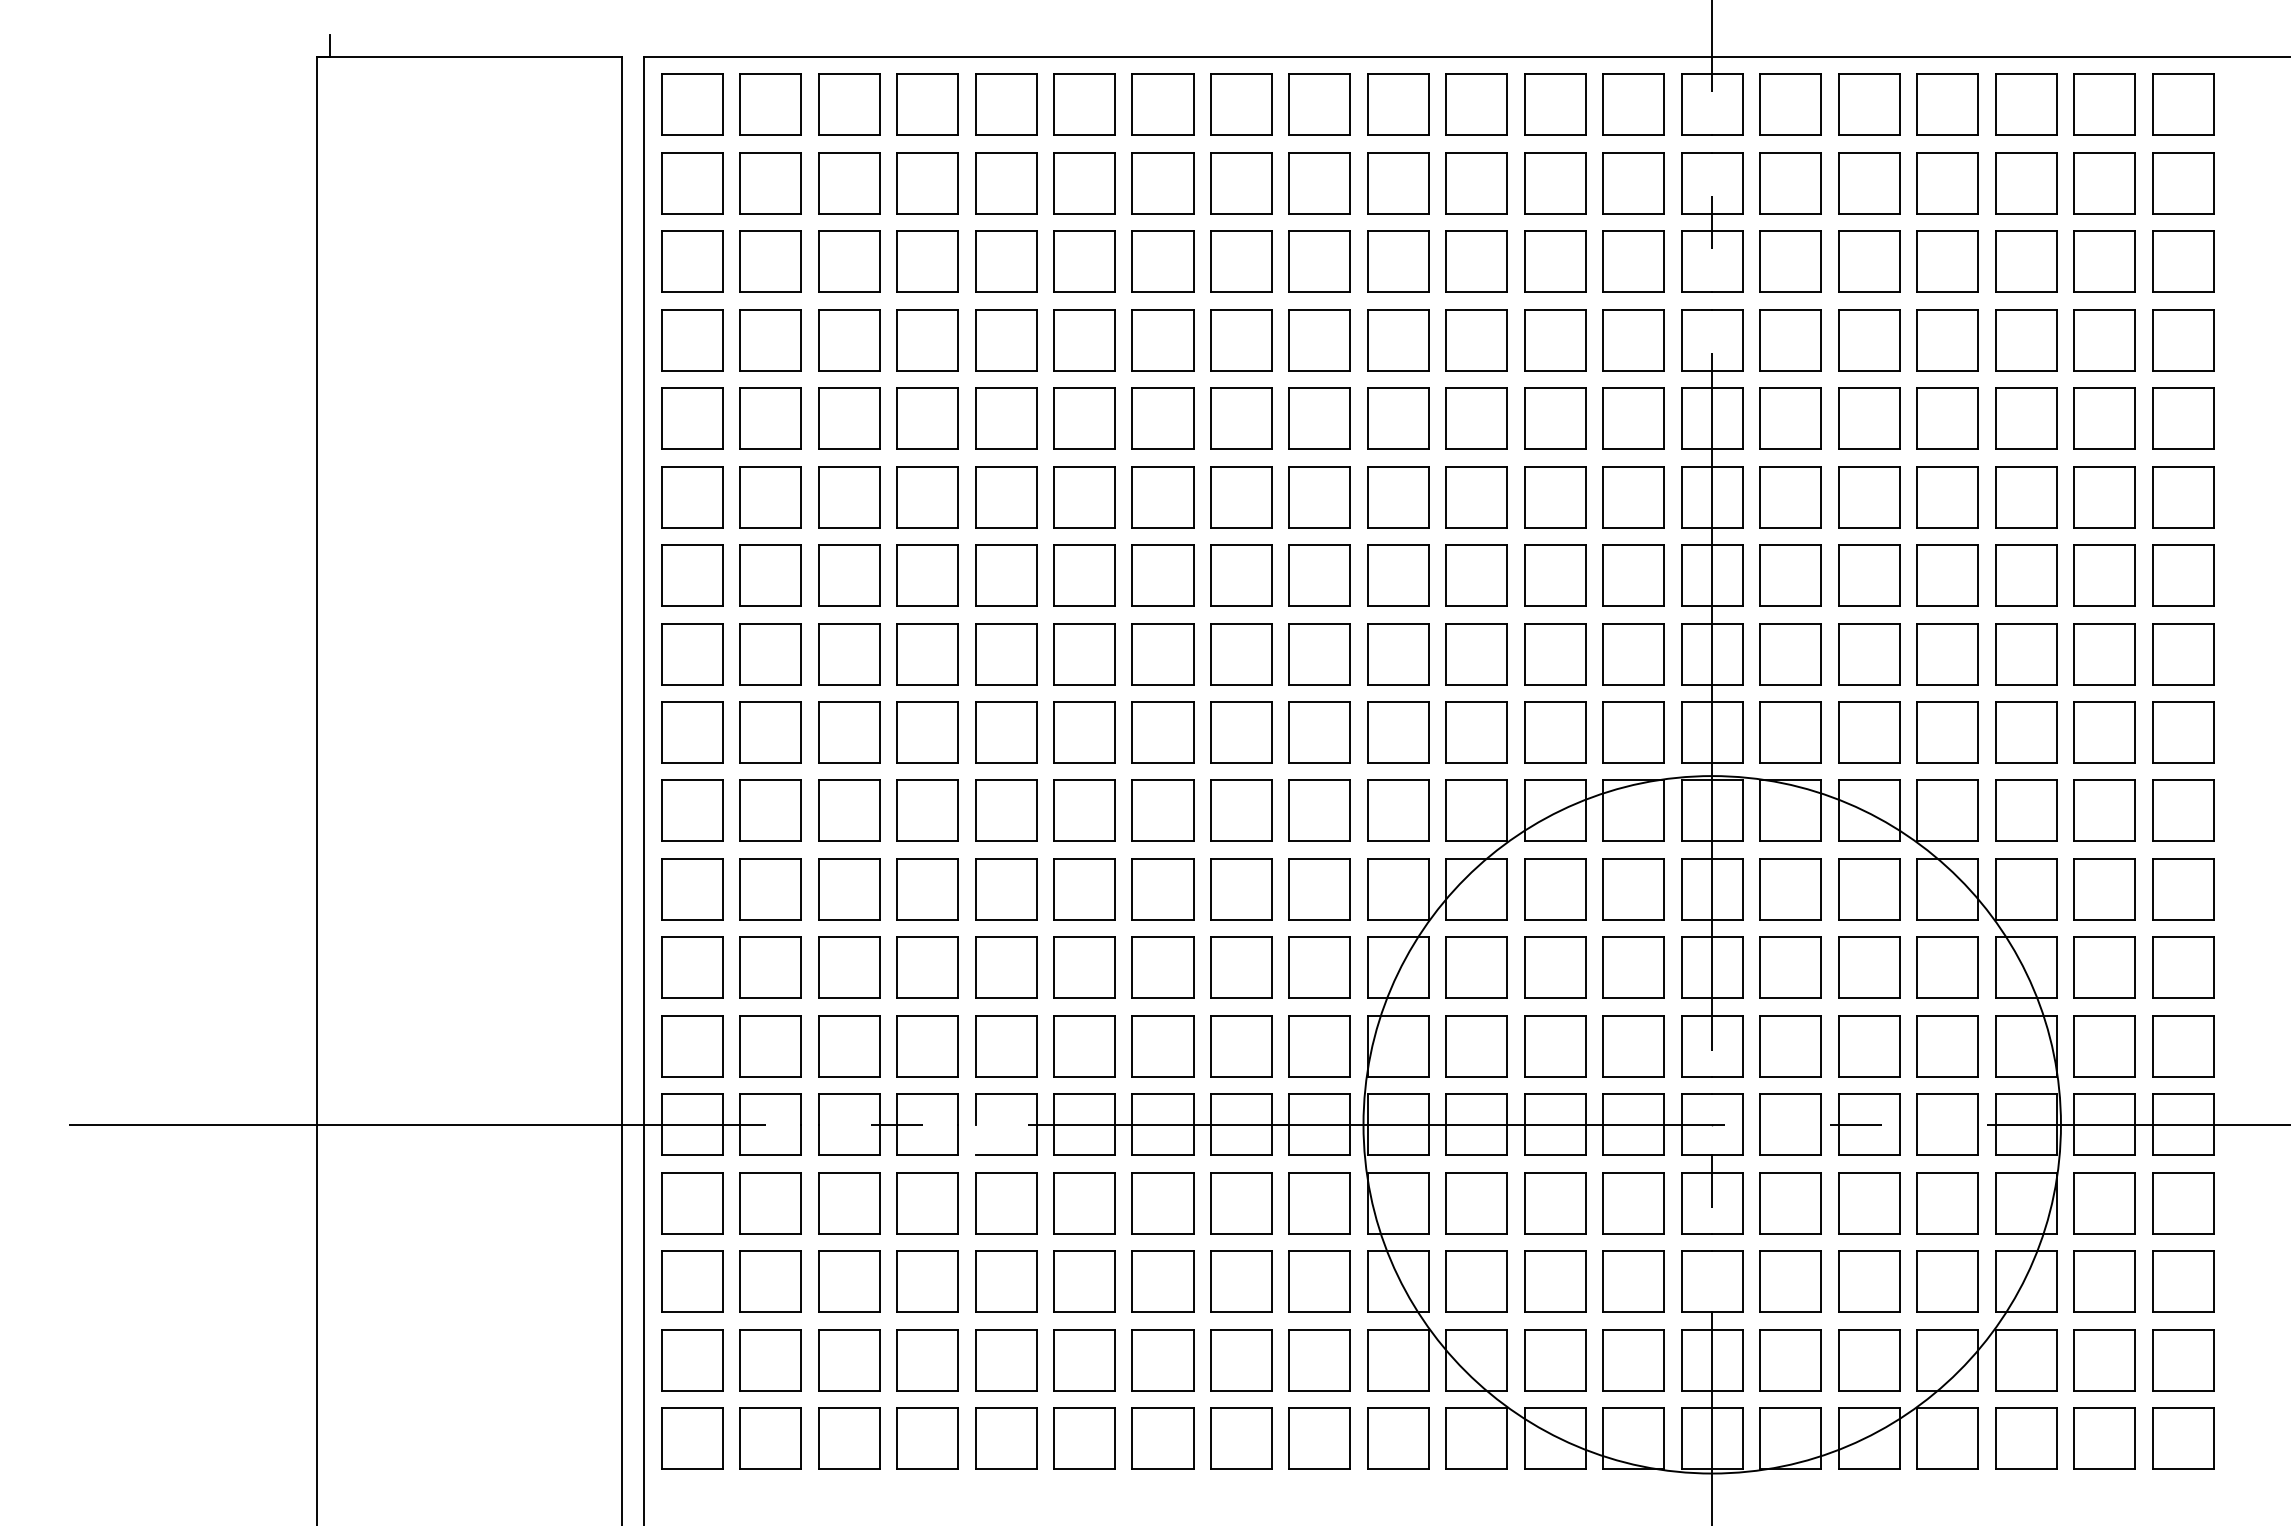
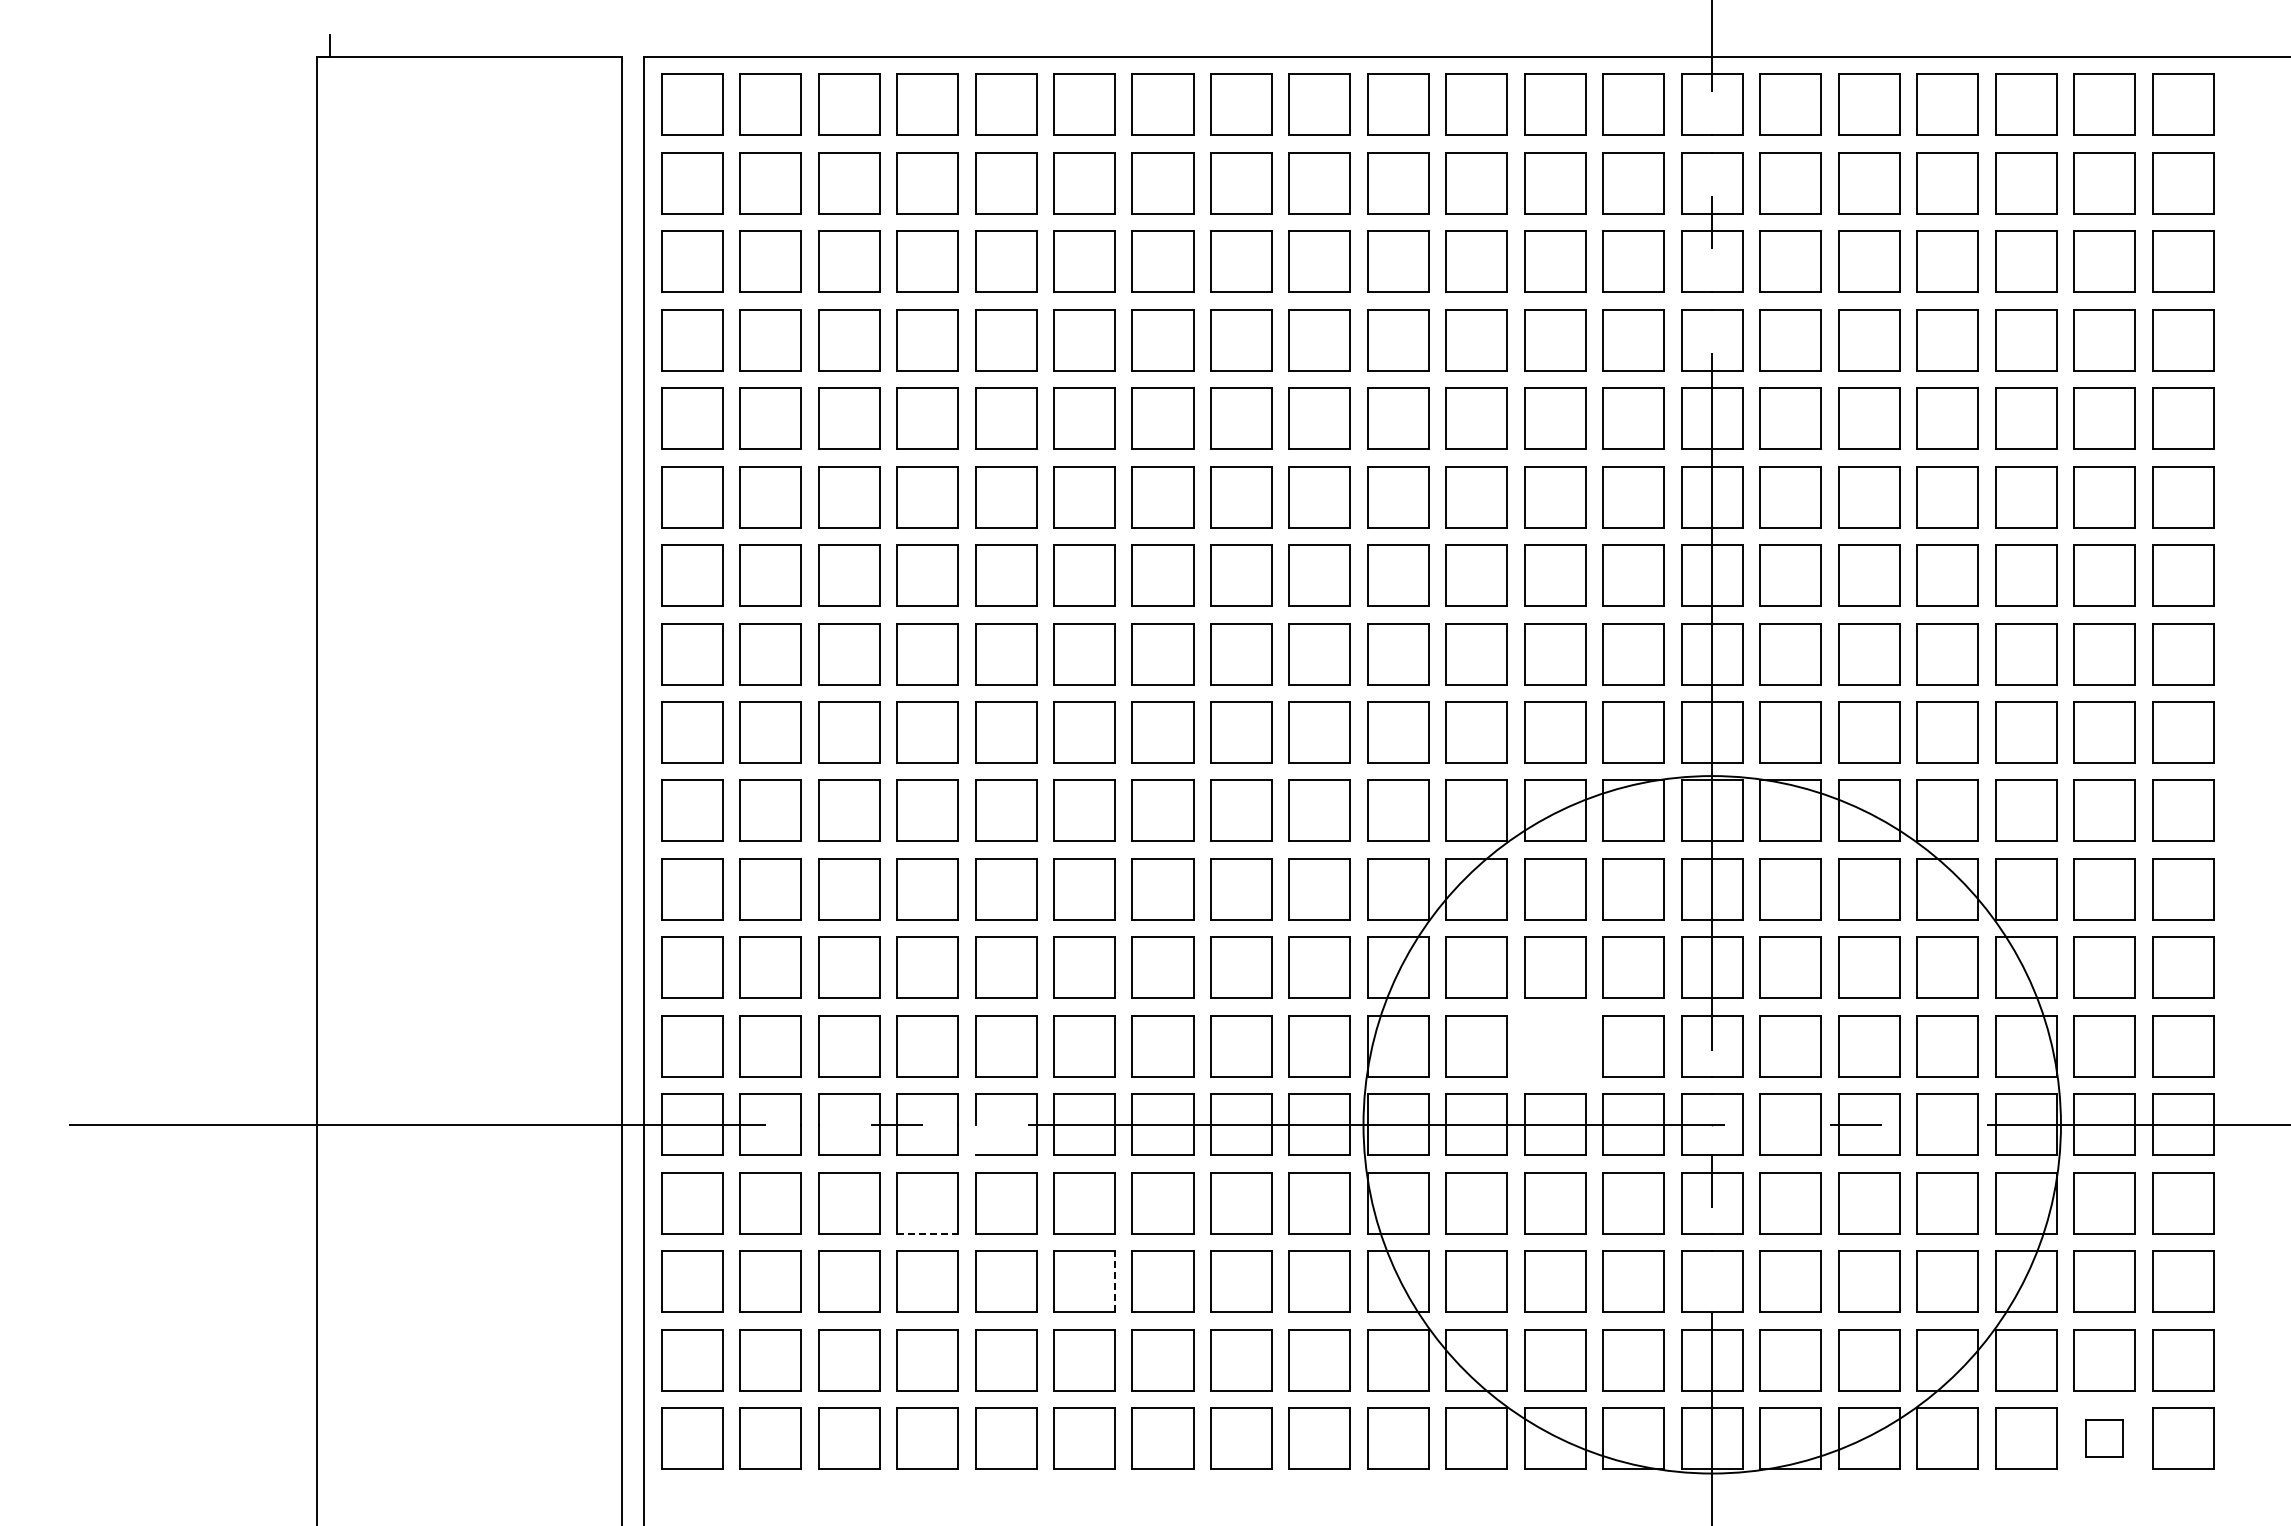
part at (1555, 1046): present -> none
line at (927, 1233): solid -> dashed
line at (1115, 1281): solid -> dashed
part at (2104, 1438) size: 63x63 px -> 39x39 px
